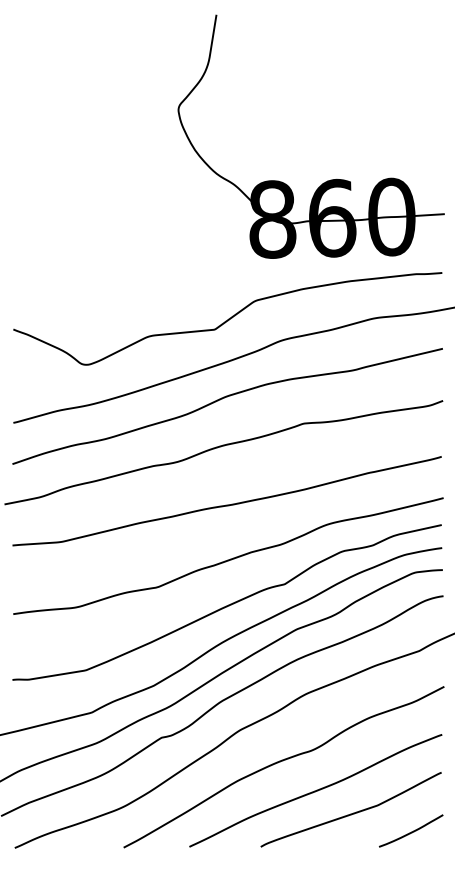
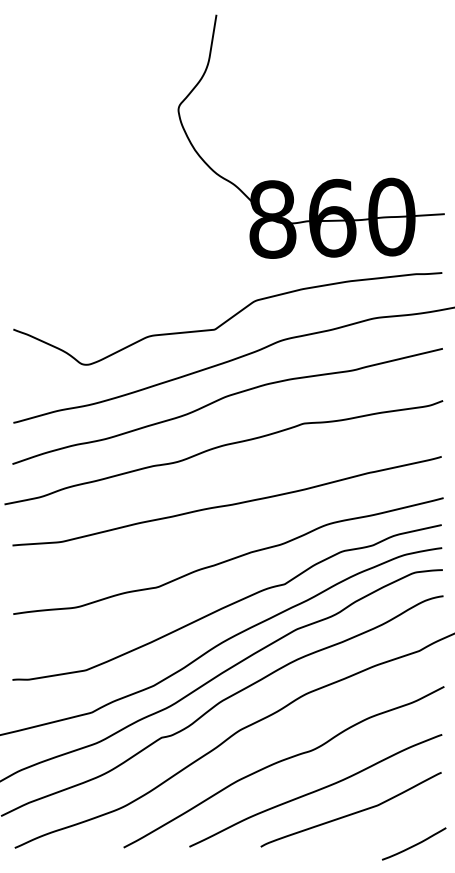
curve at (411, 831) position: (411, 831) -> (414, 844)
